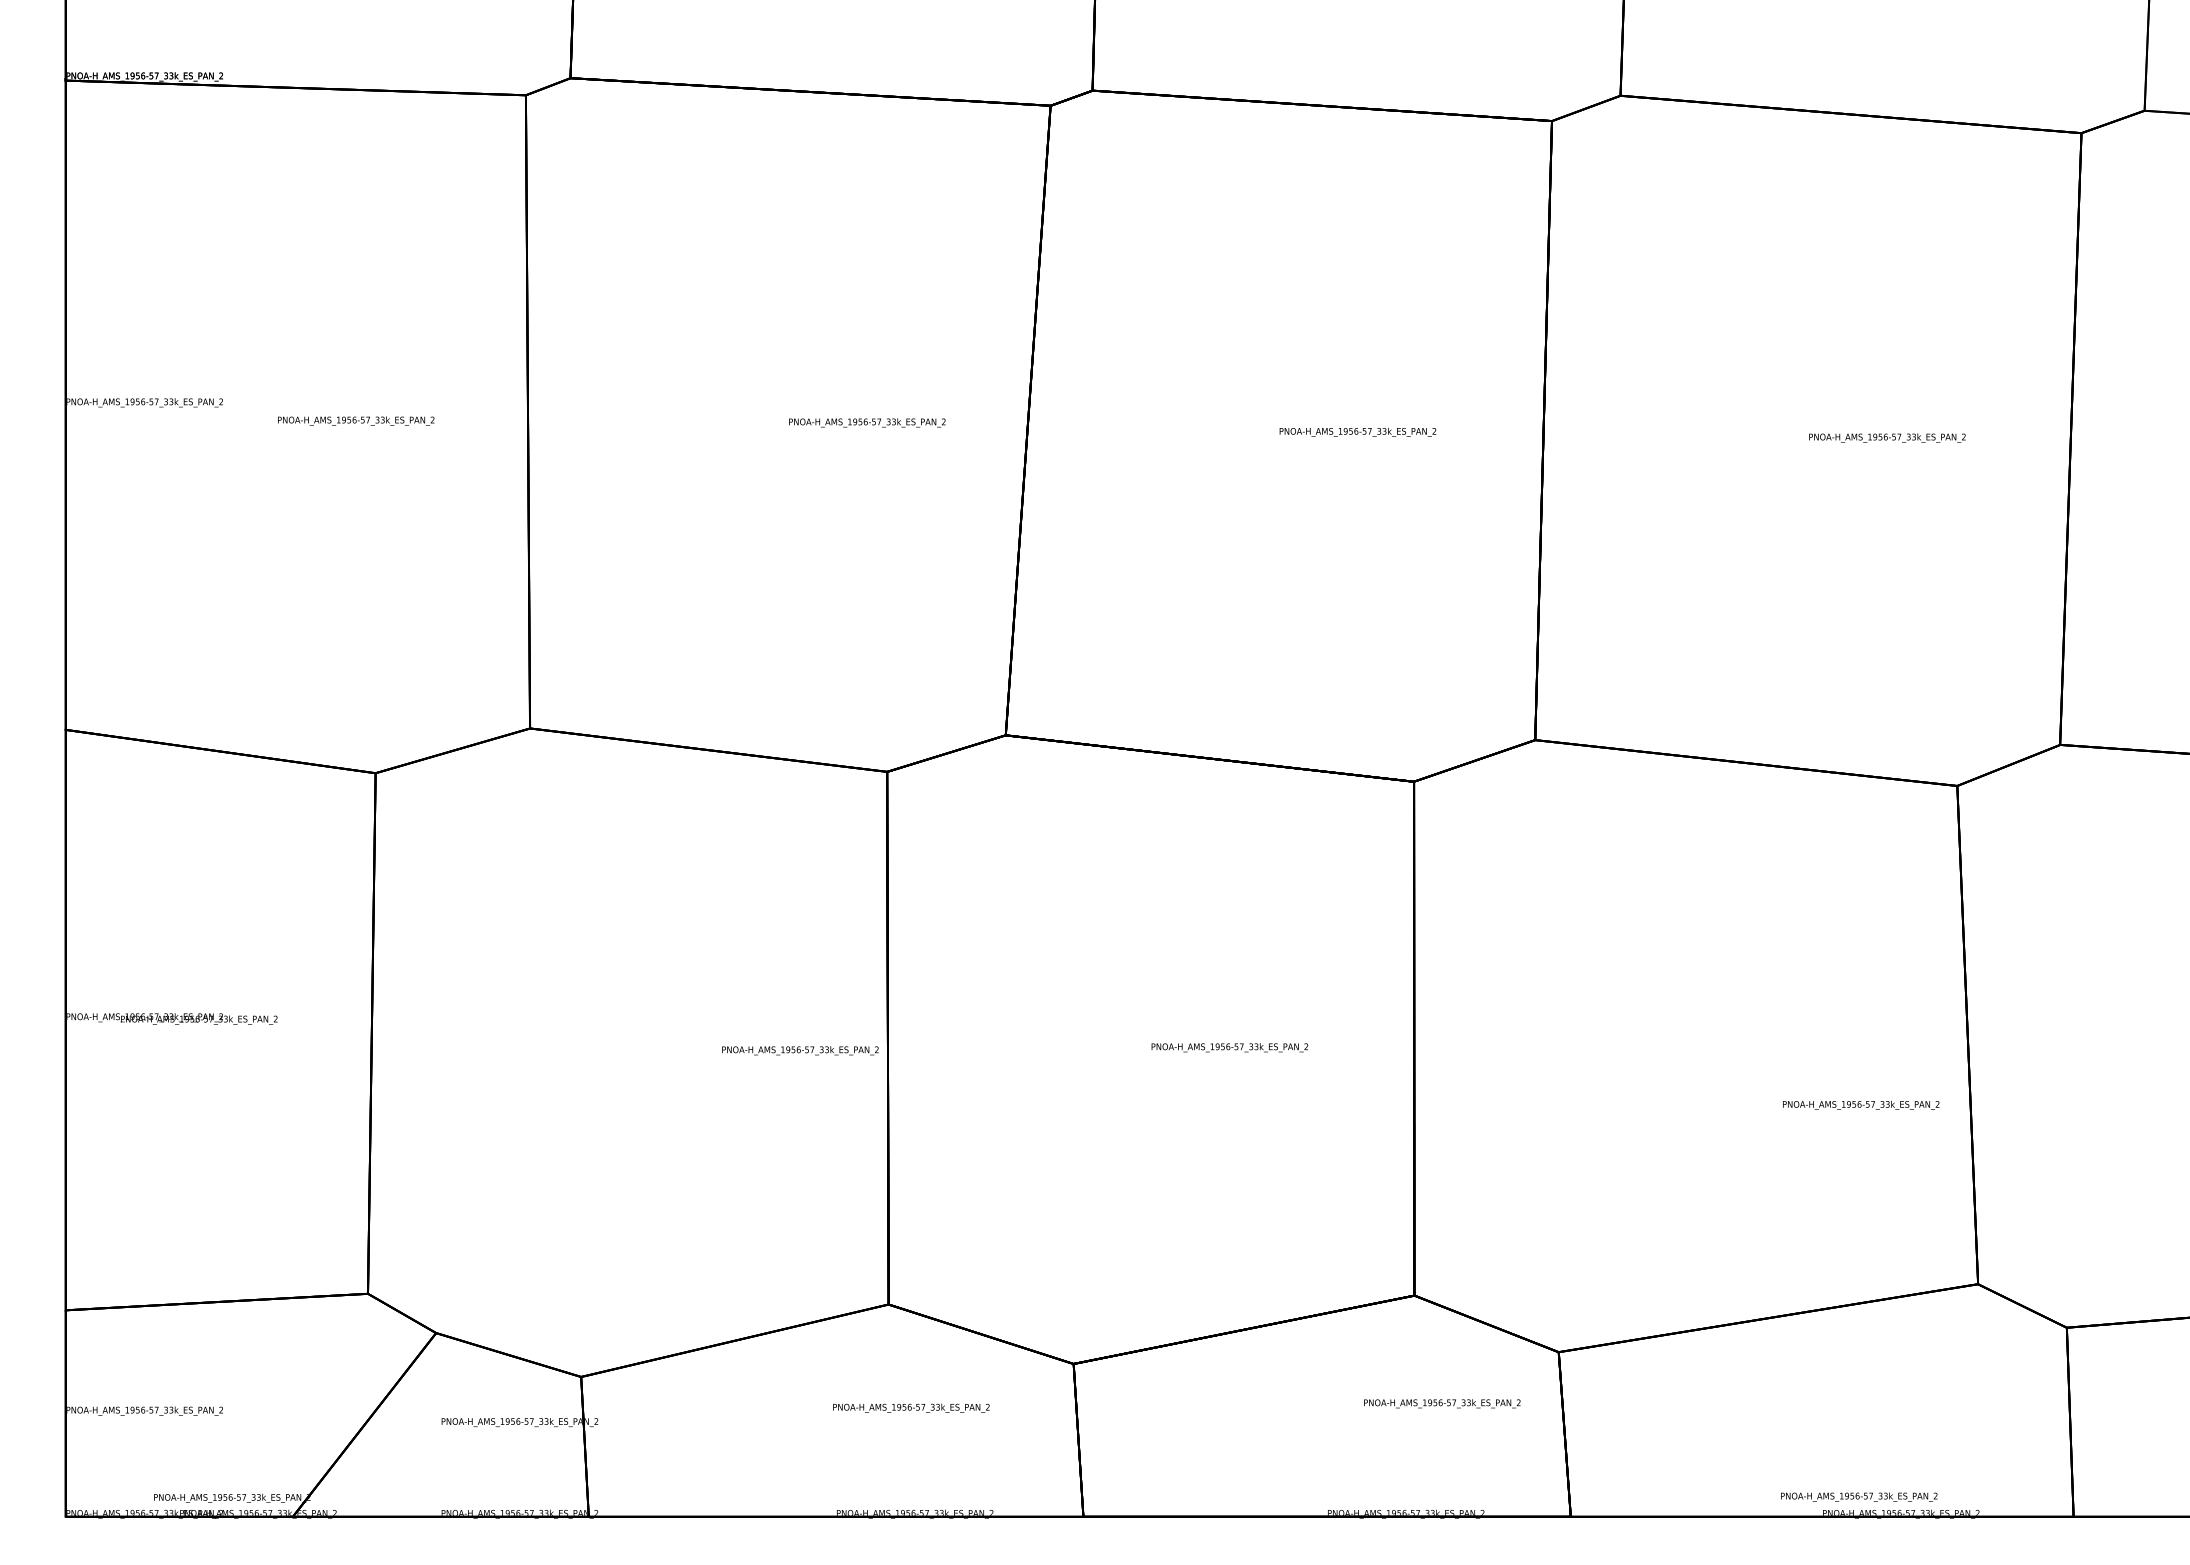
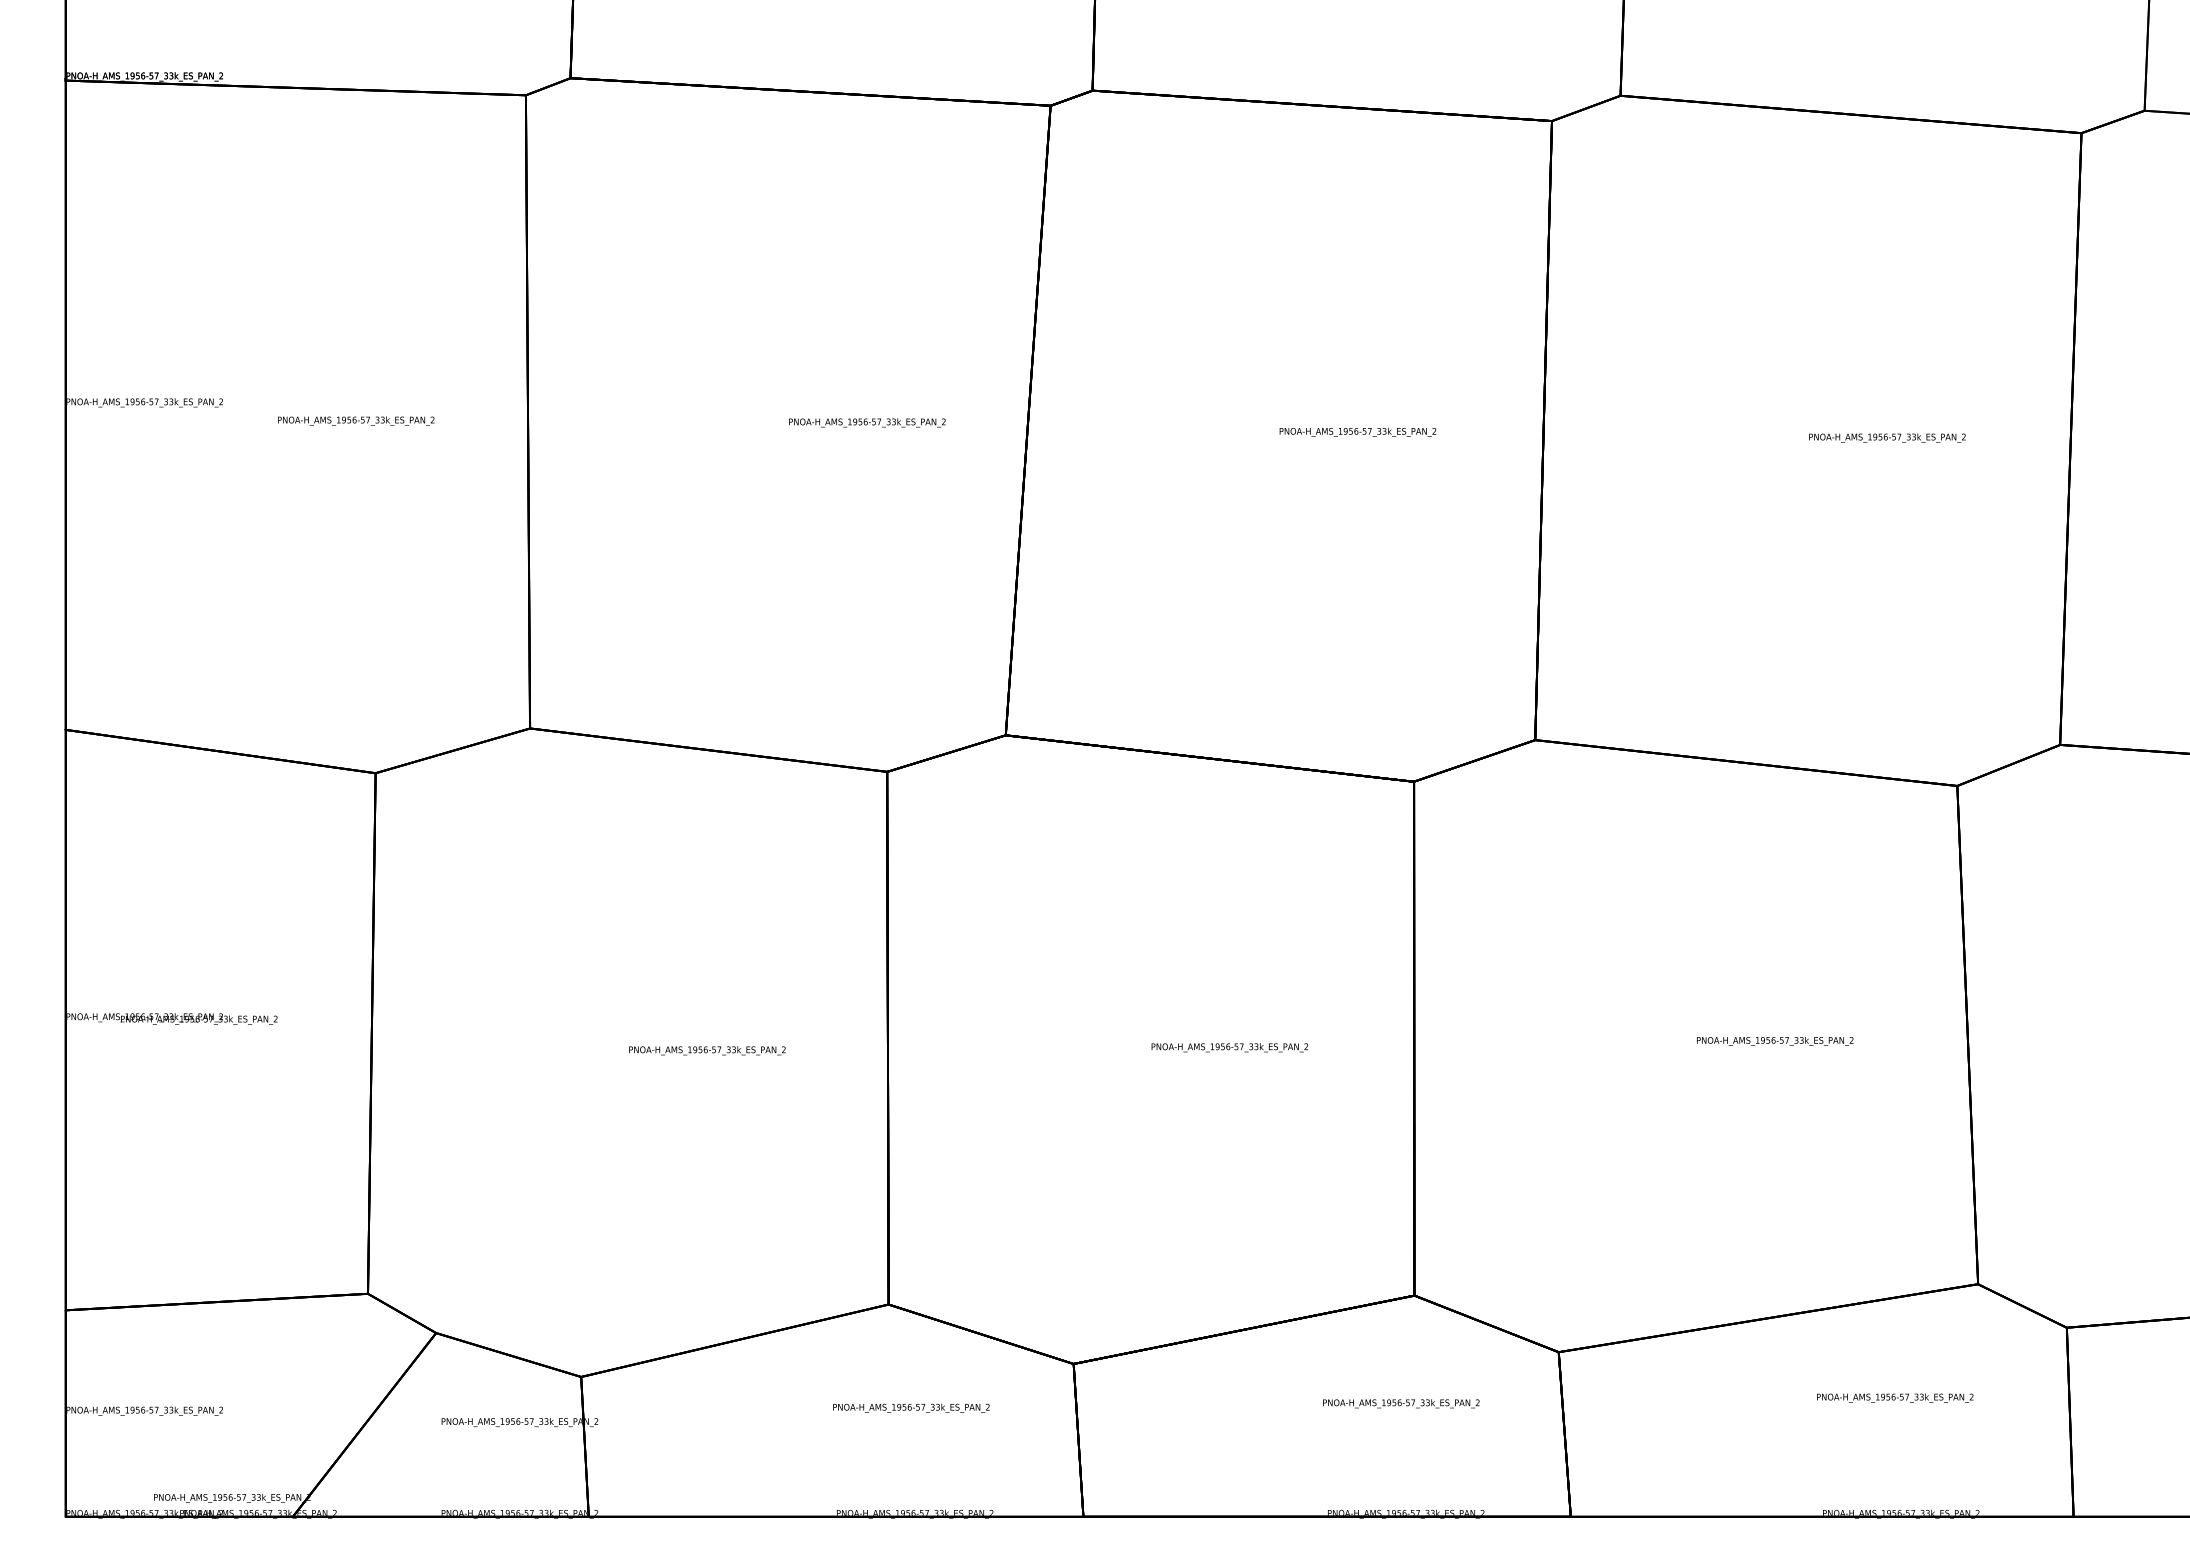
text at (800, 1050) position: (800, 1050) -> (707, 1050)
text at (1861, 1104) position: (1861, 1104) -> (1775, 1040)
text at (1442, 1403) position: (1442, 1403) -> (1401, 1403)
text at (1859, 1496) position: (1859, 1496) -> (1895, 1397)
